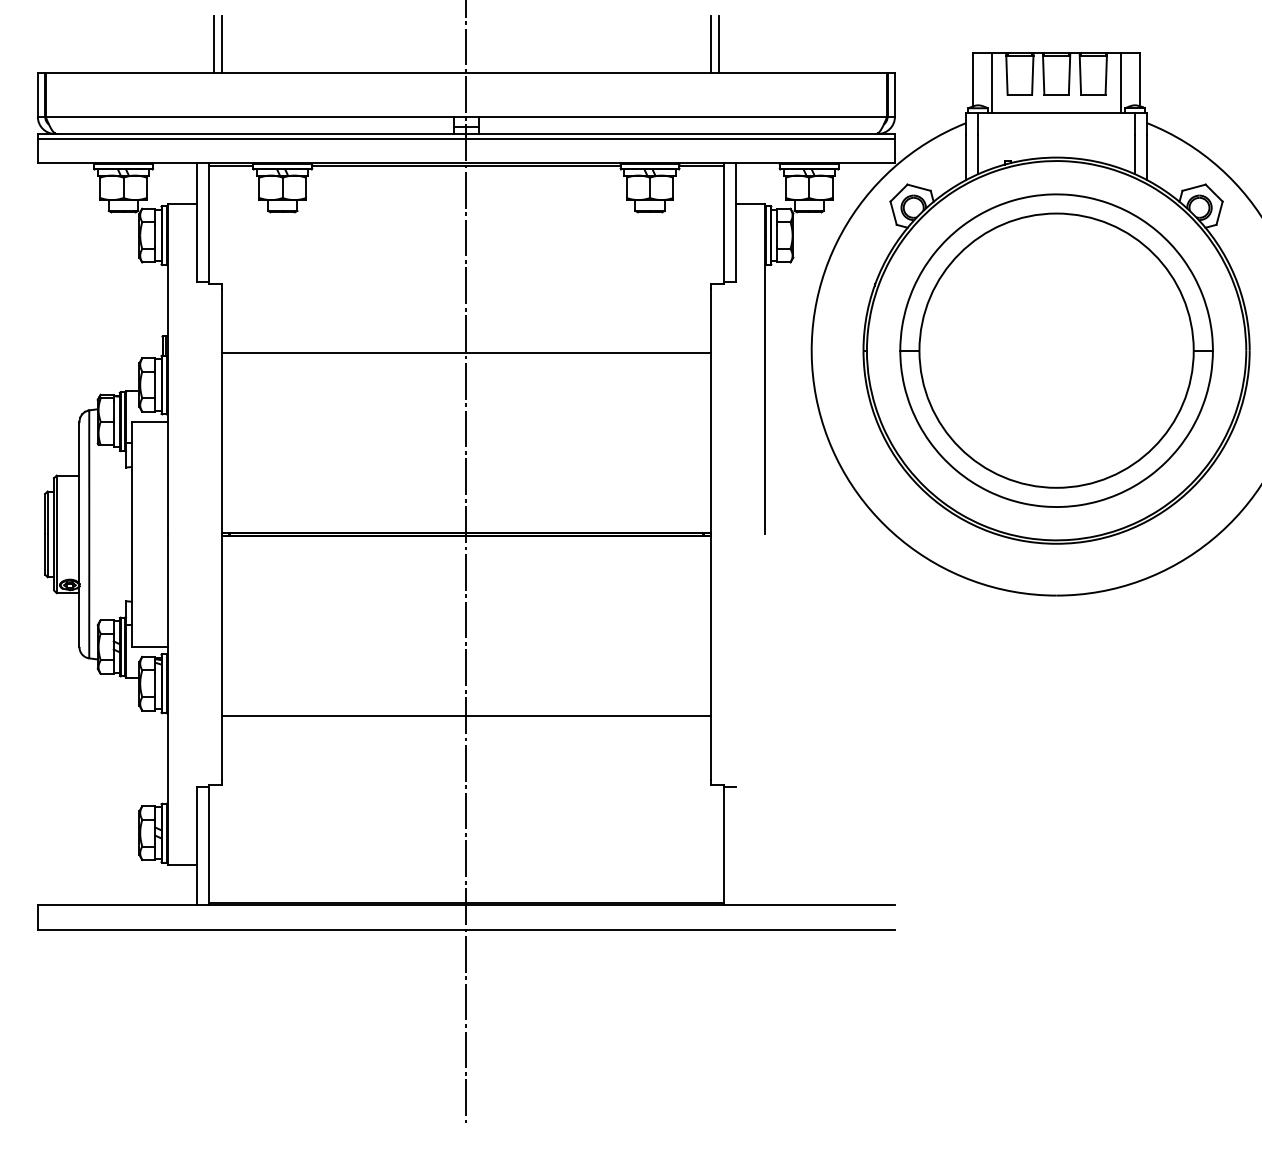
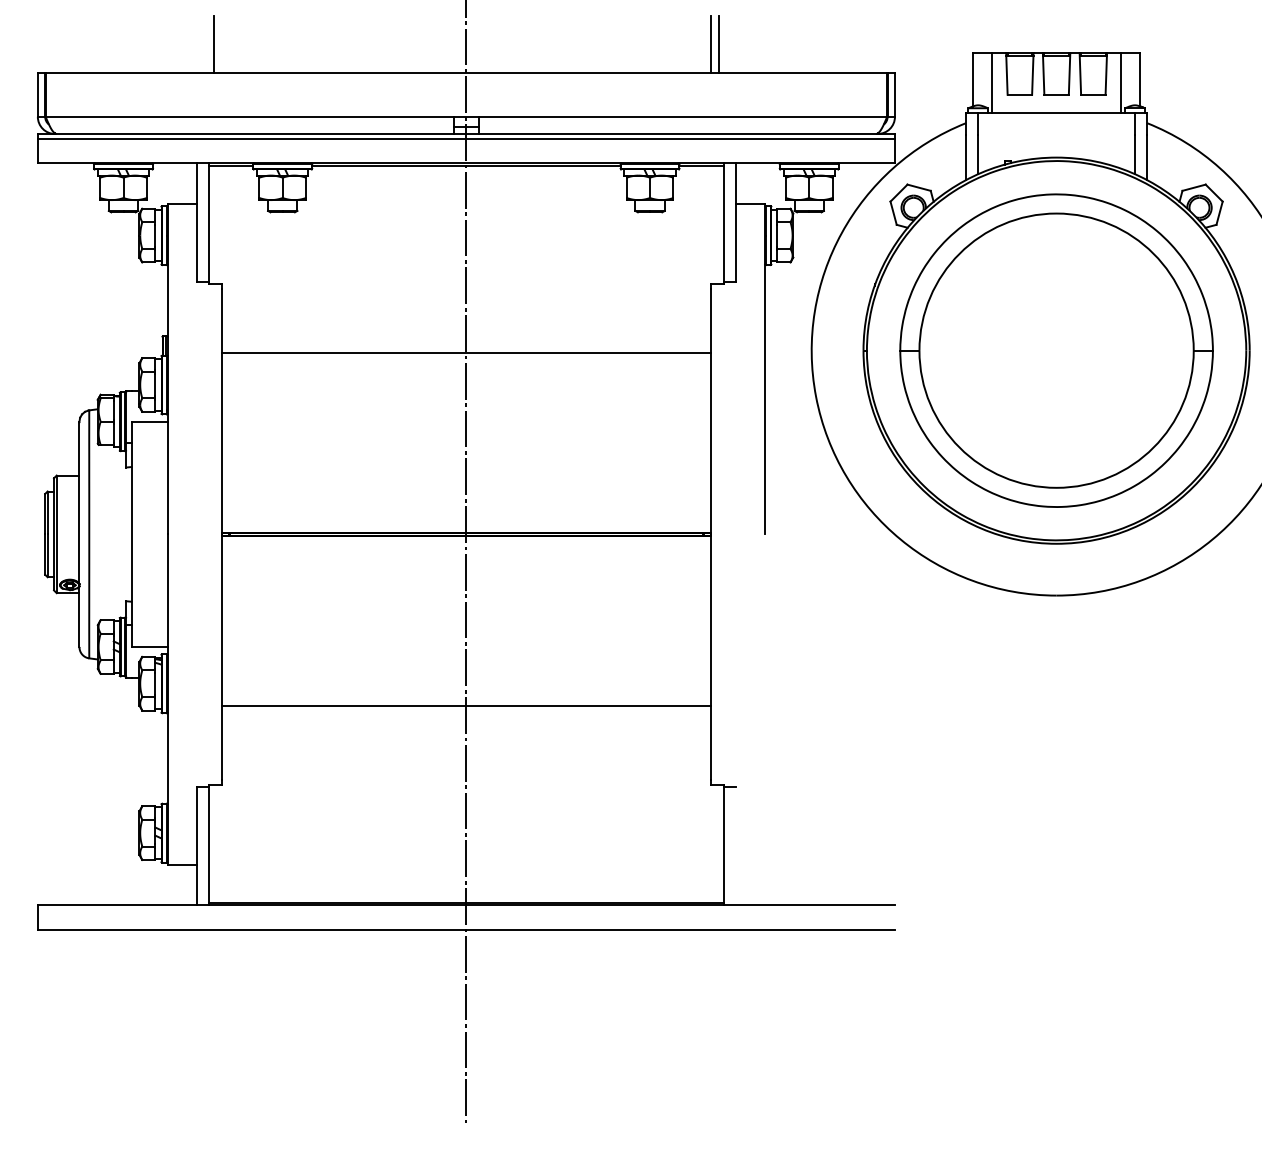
line at (221, 44): present -> none
line at (466, 716) position: (466, 716) -> (466, 706)
